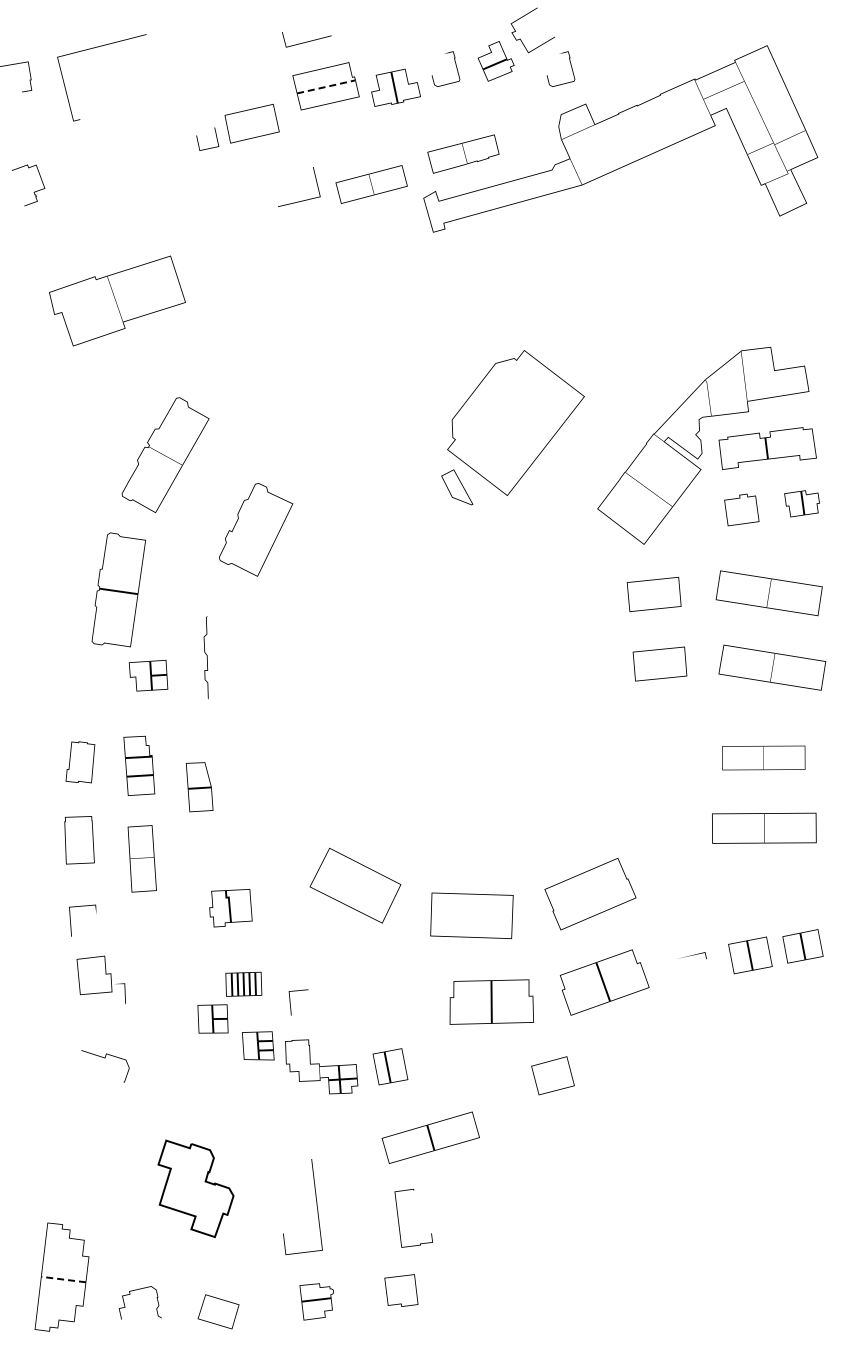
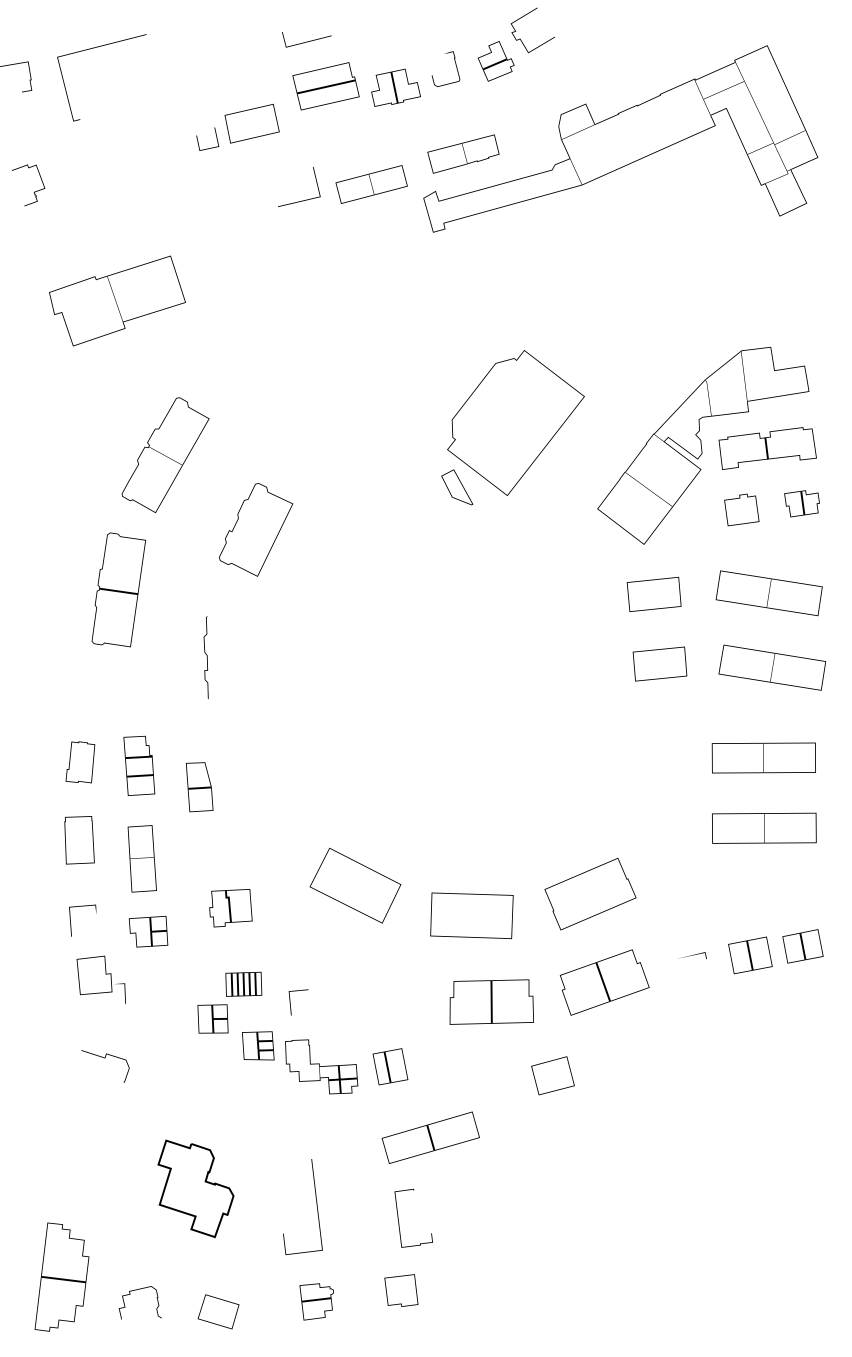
part at (570, 65): present -> none
line at (326, 86): dashed -> solid
part at (148, 675) position: (148, 675) -> (148, 931)
part at (763, 757) size: 84x26 px -> 105x32 px
line at (63, 1279): dashed -> solid
